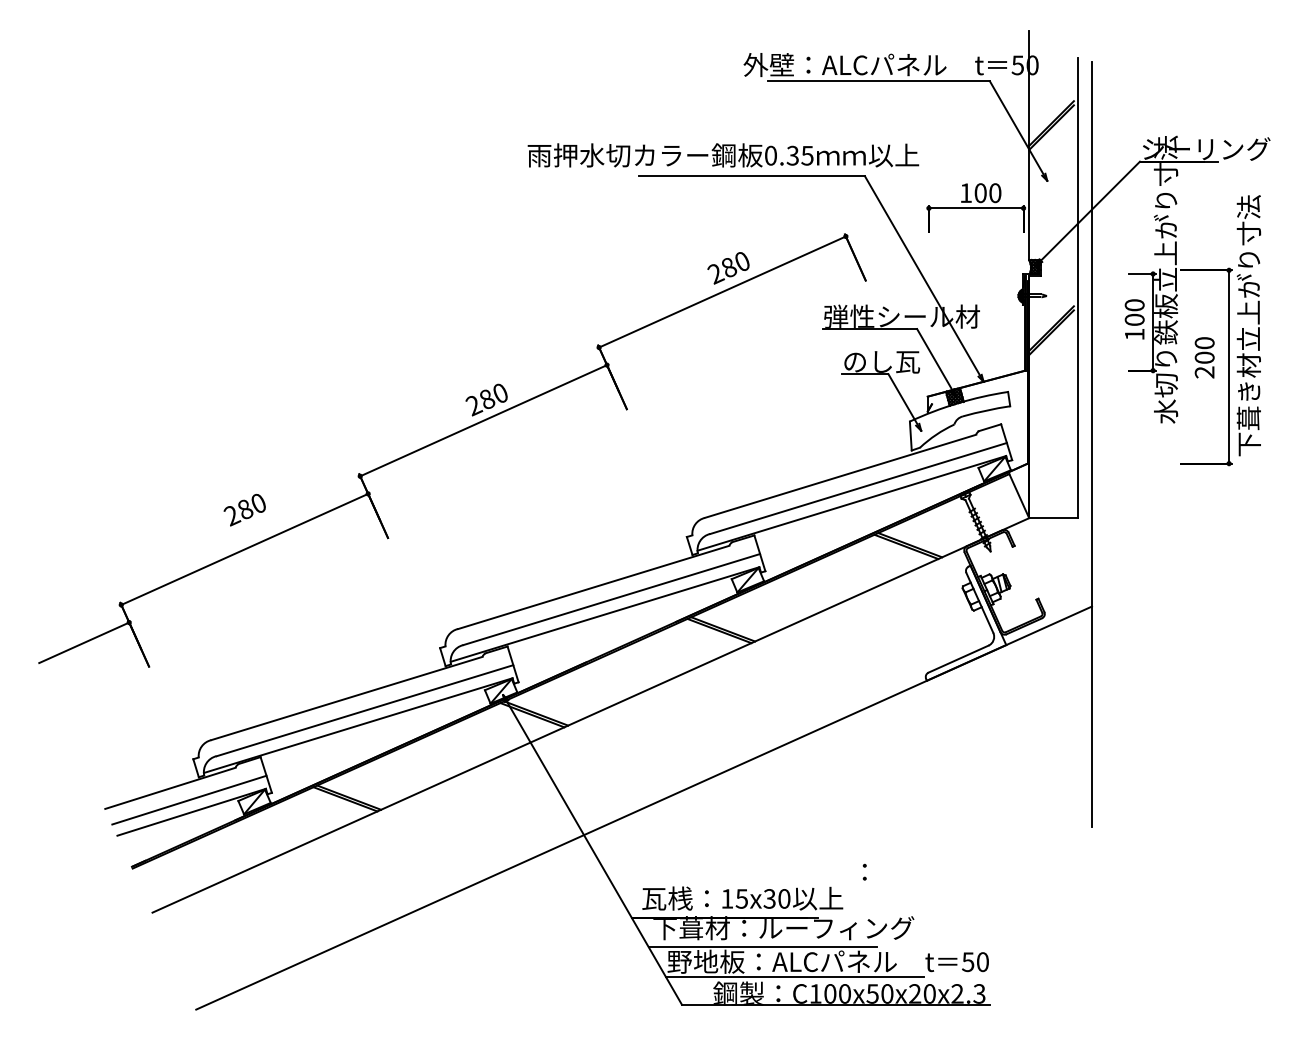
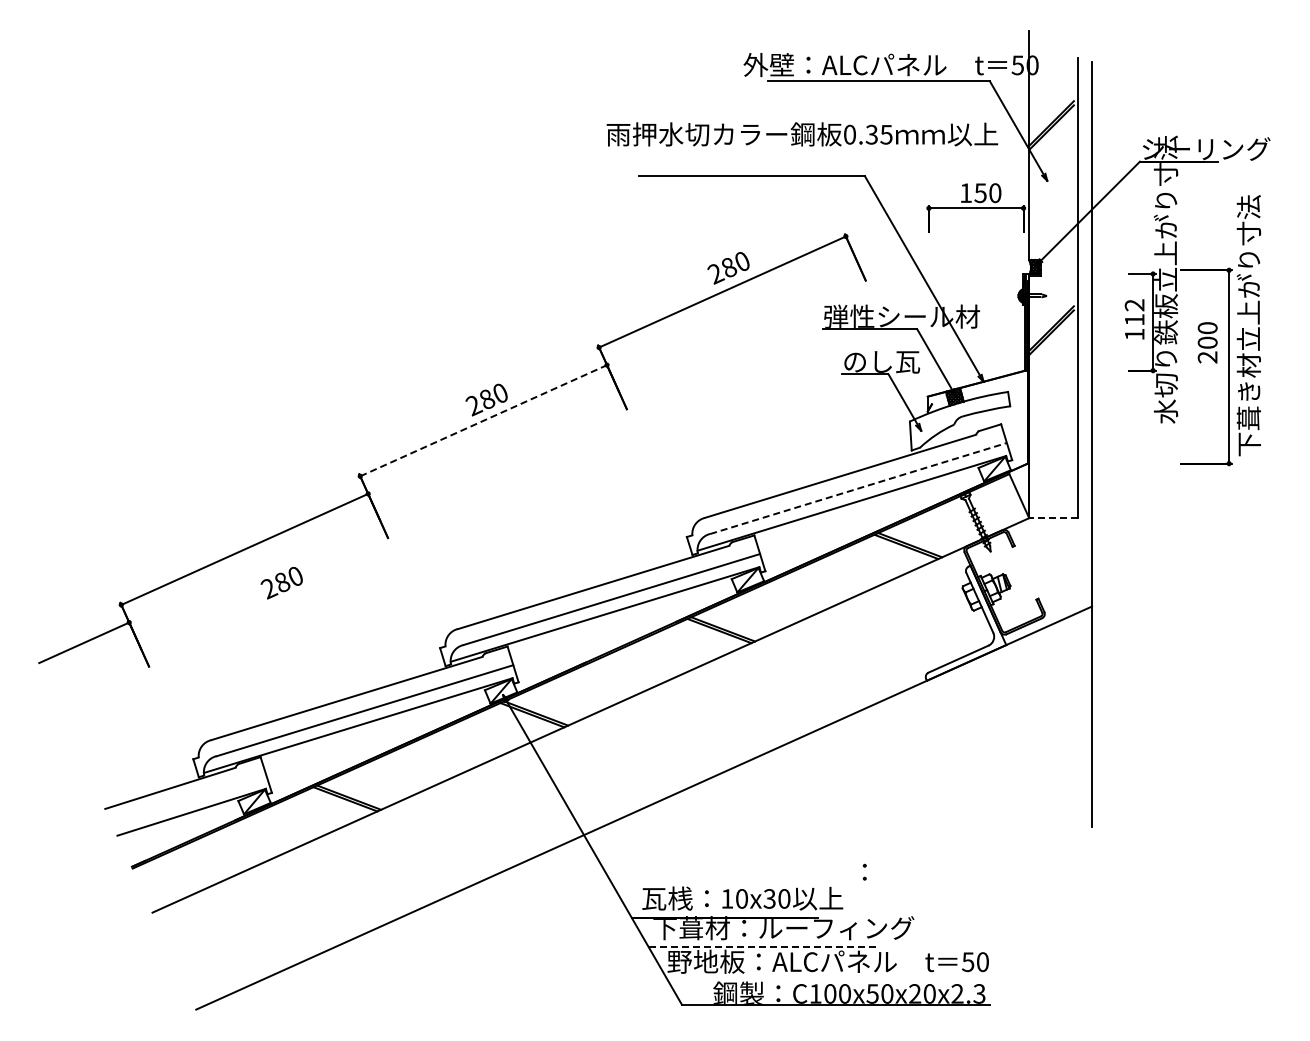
text at (723, 155) position: (723, 155) -> (802, 134)
text at (980, 192): 100 -> 150
text at (1134, 312): 100 -> 112
text at (1204, 357) position: (1204, 357) -> (1207, 342)
line at (484, 420): solid -> dashed
line at (859, 488): solid -> dashed
text at (244, 510) position: (244, 510) -> (281, 583)
line at (1052, 518): solid -> dashed
line at (189, 799): present -> none
text at (741, 898): 15x30 -> 10x30
line at (763, 946): solid -> dashed
line at (794, 976): present -> none
